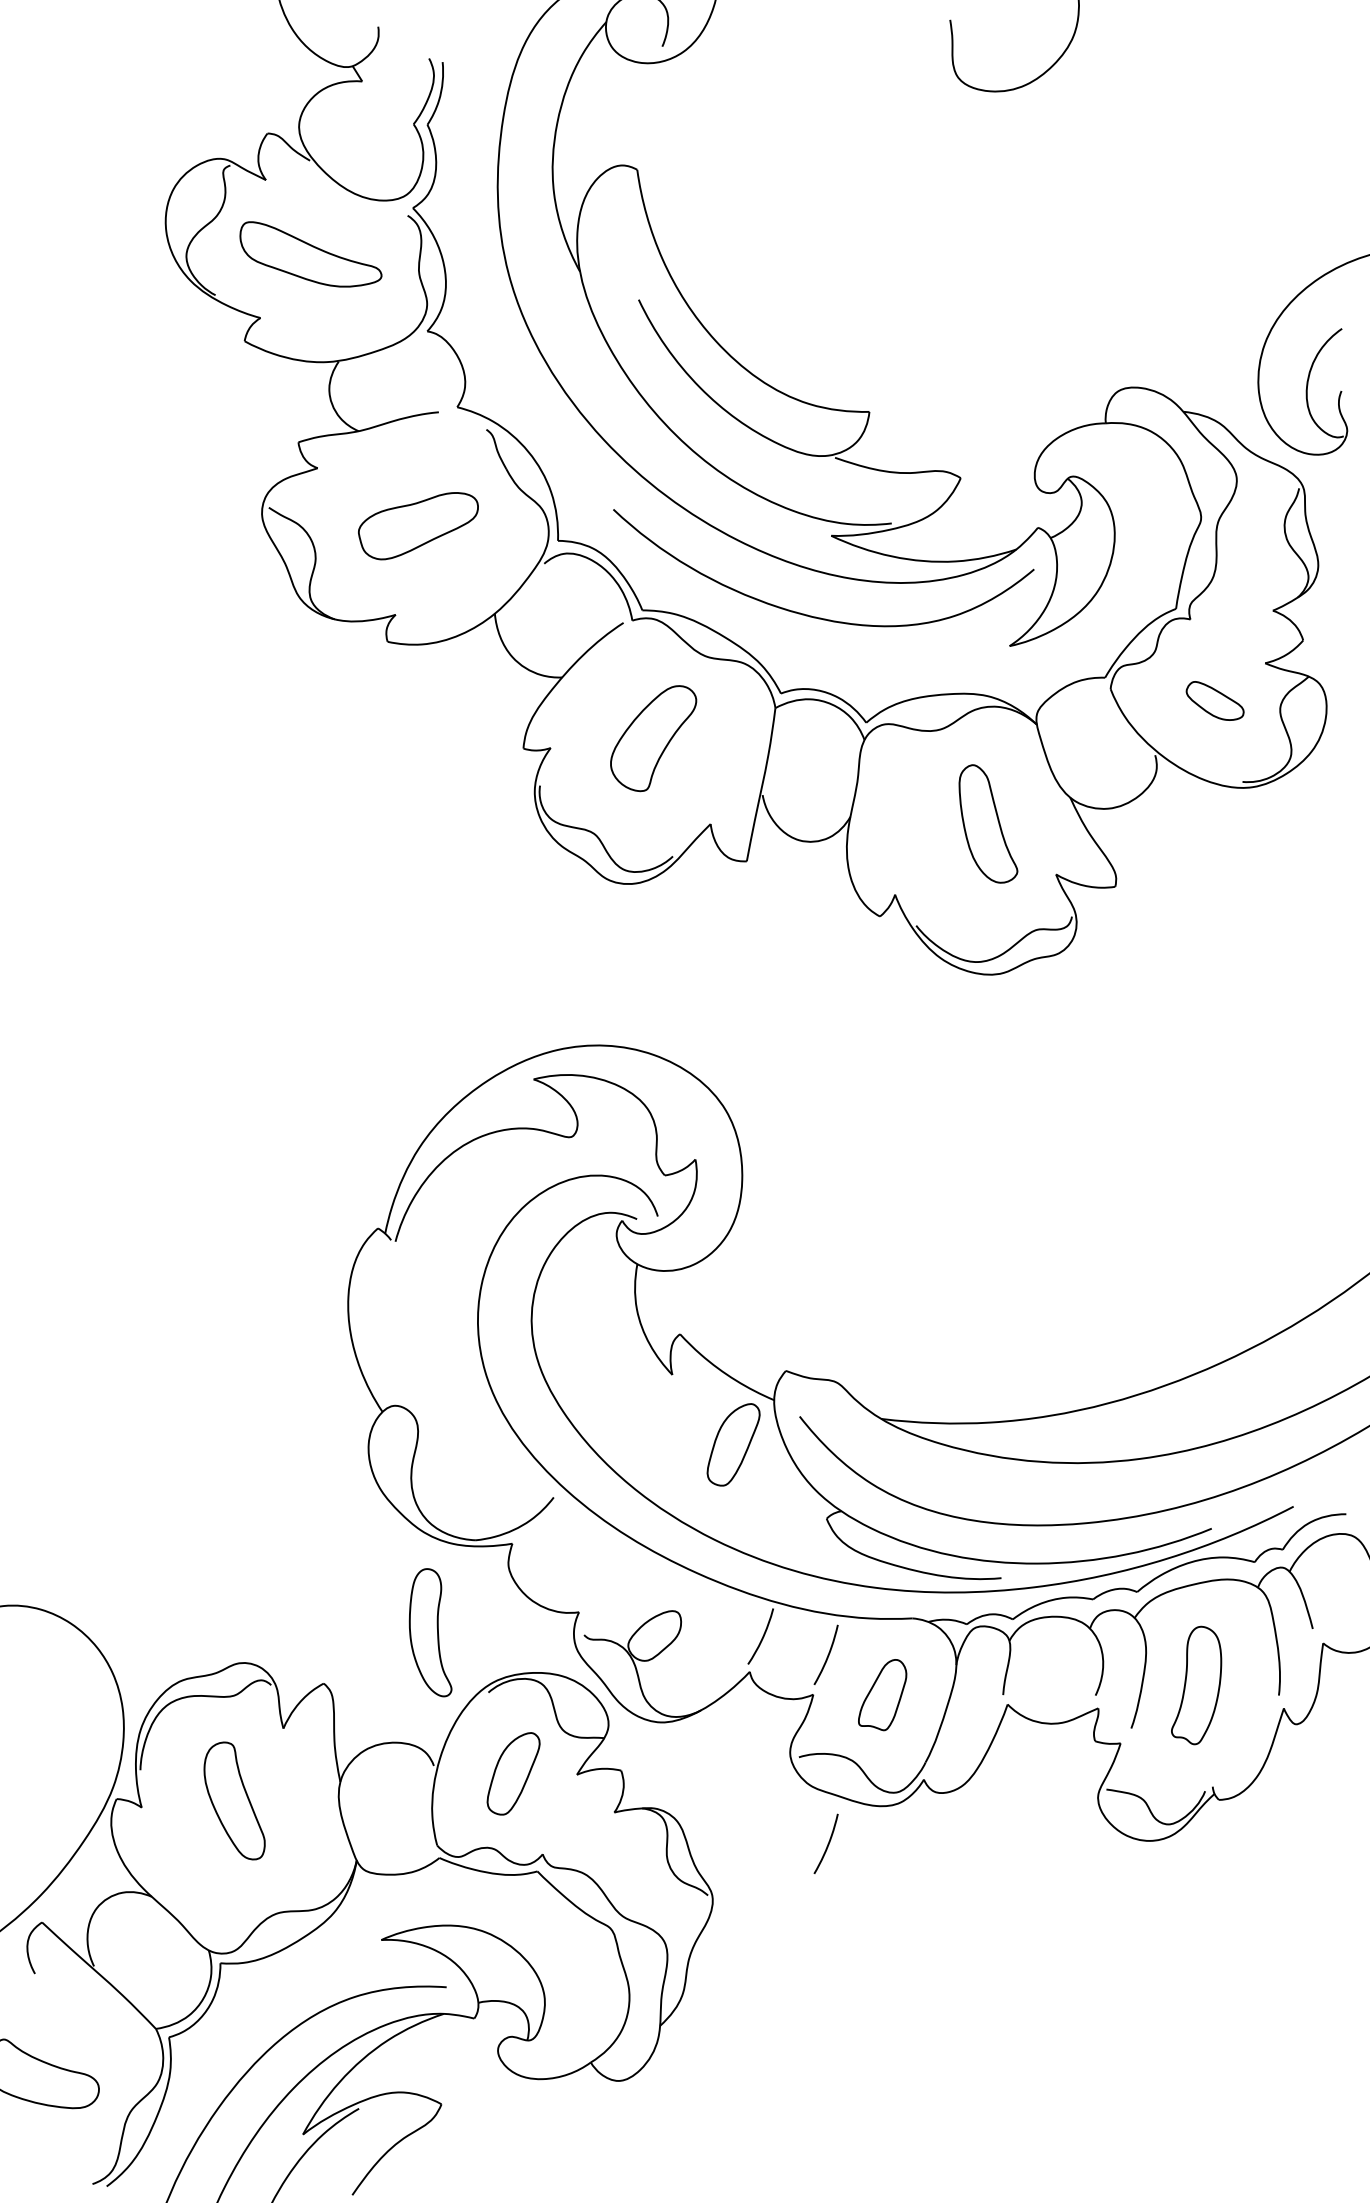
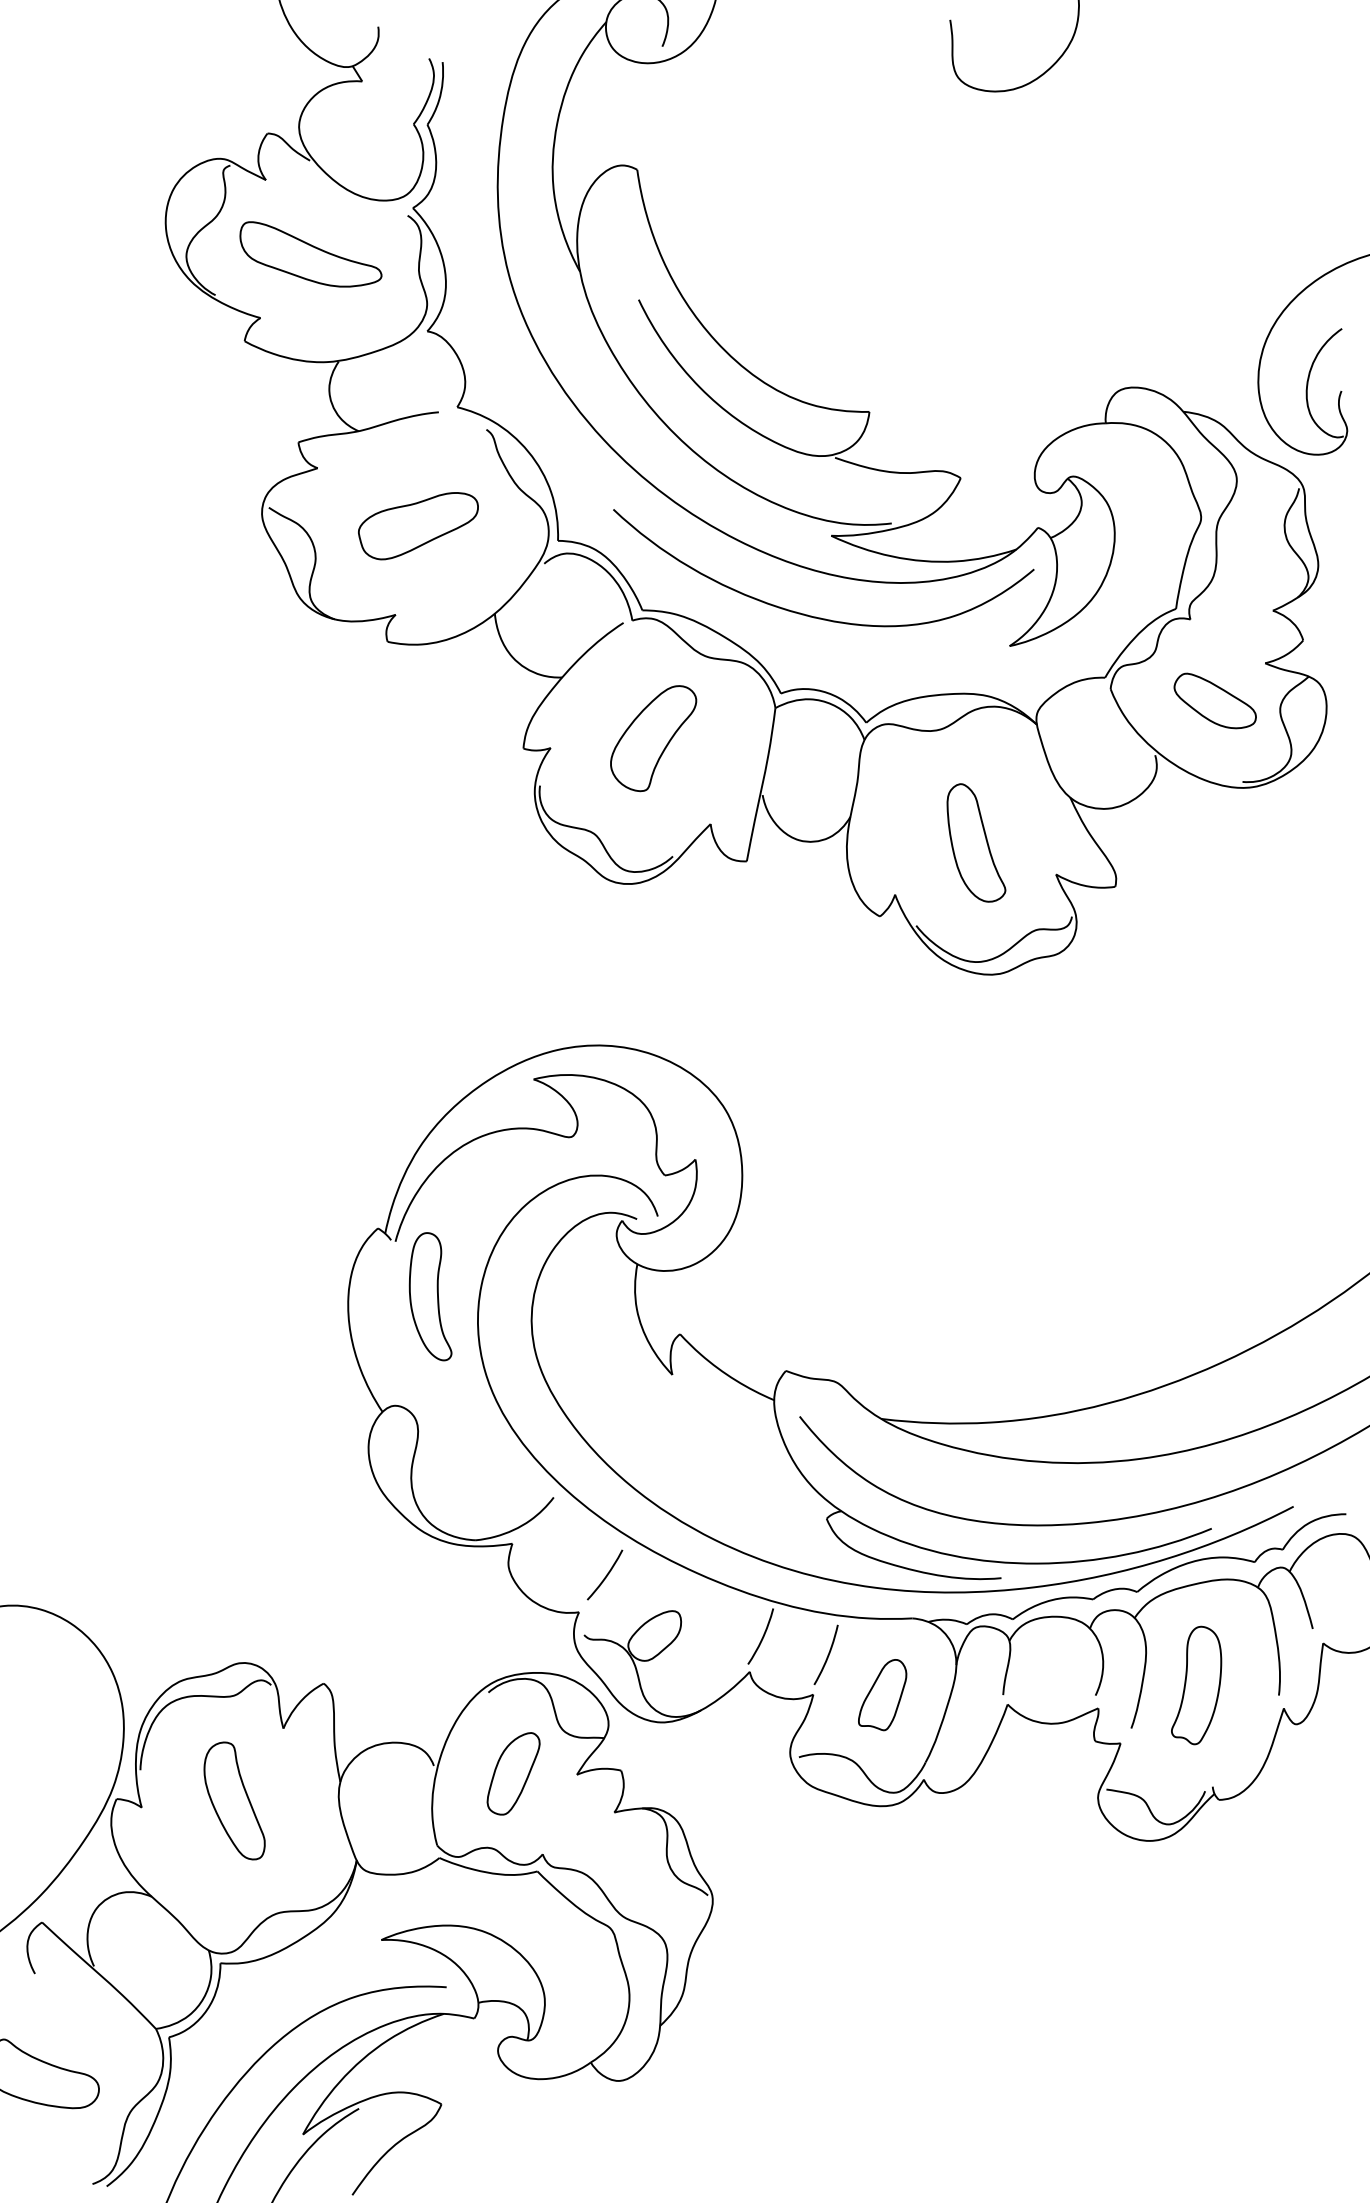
part at (1214, 700) size: 60x40 px -> 84x58 px
part at (988, 823) position: (988, 823) -> (976, 842)
part at (733, 1444): present -> none
curve at (605, 1575): none -> present
part at (430, 1632) position: (430, 1632) -> (430, 1296)
curve at (827, 1843): present -> none
